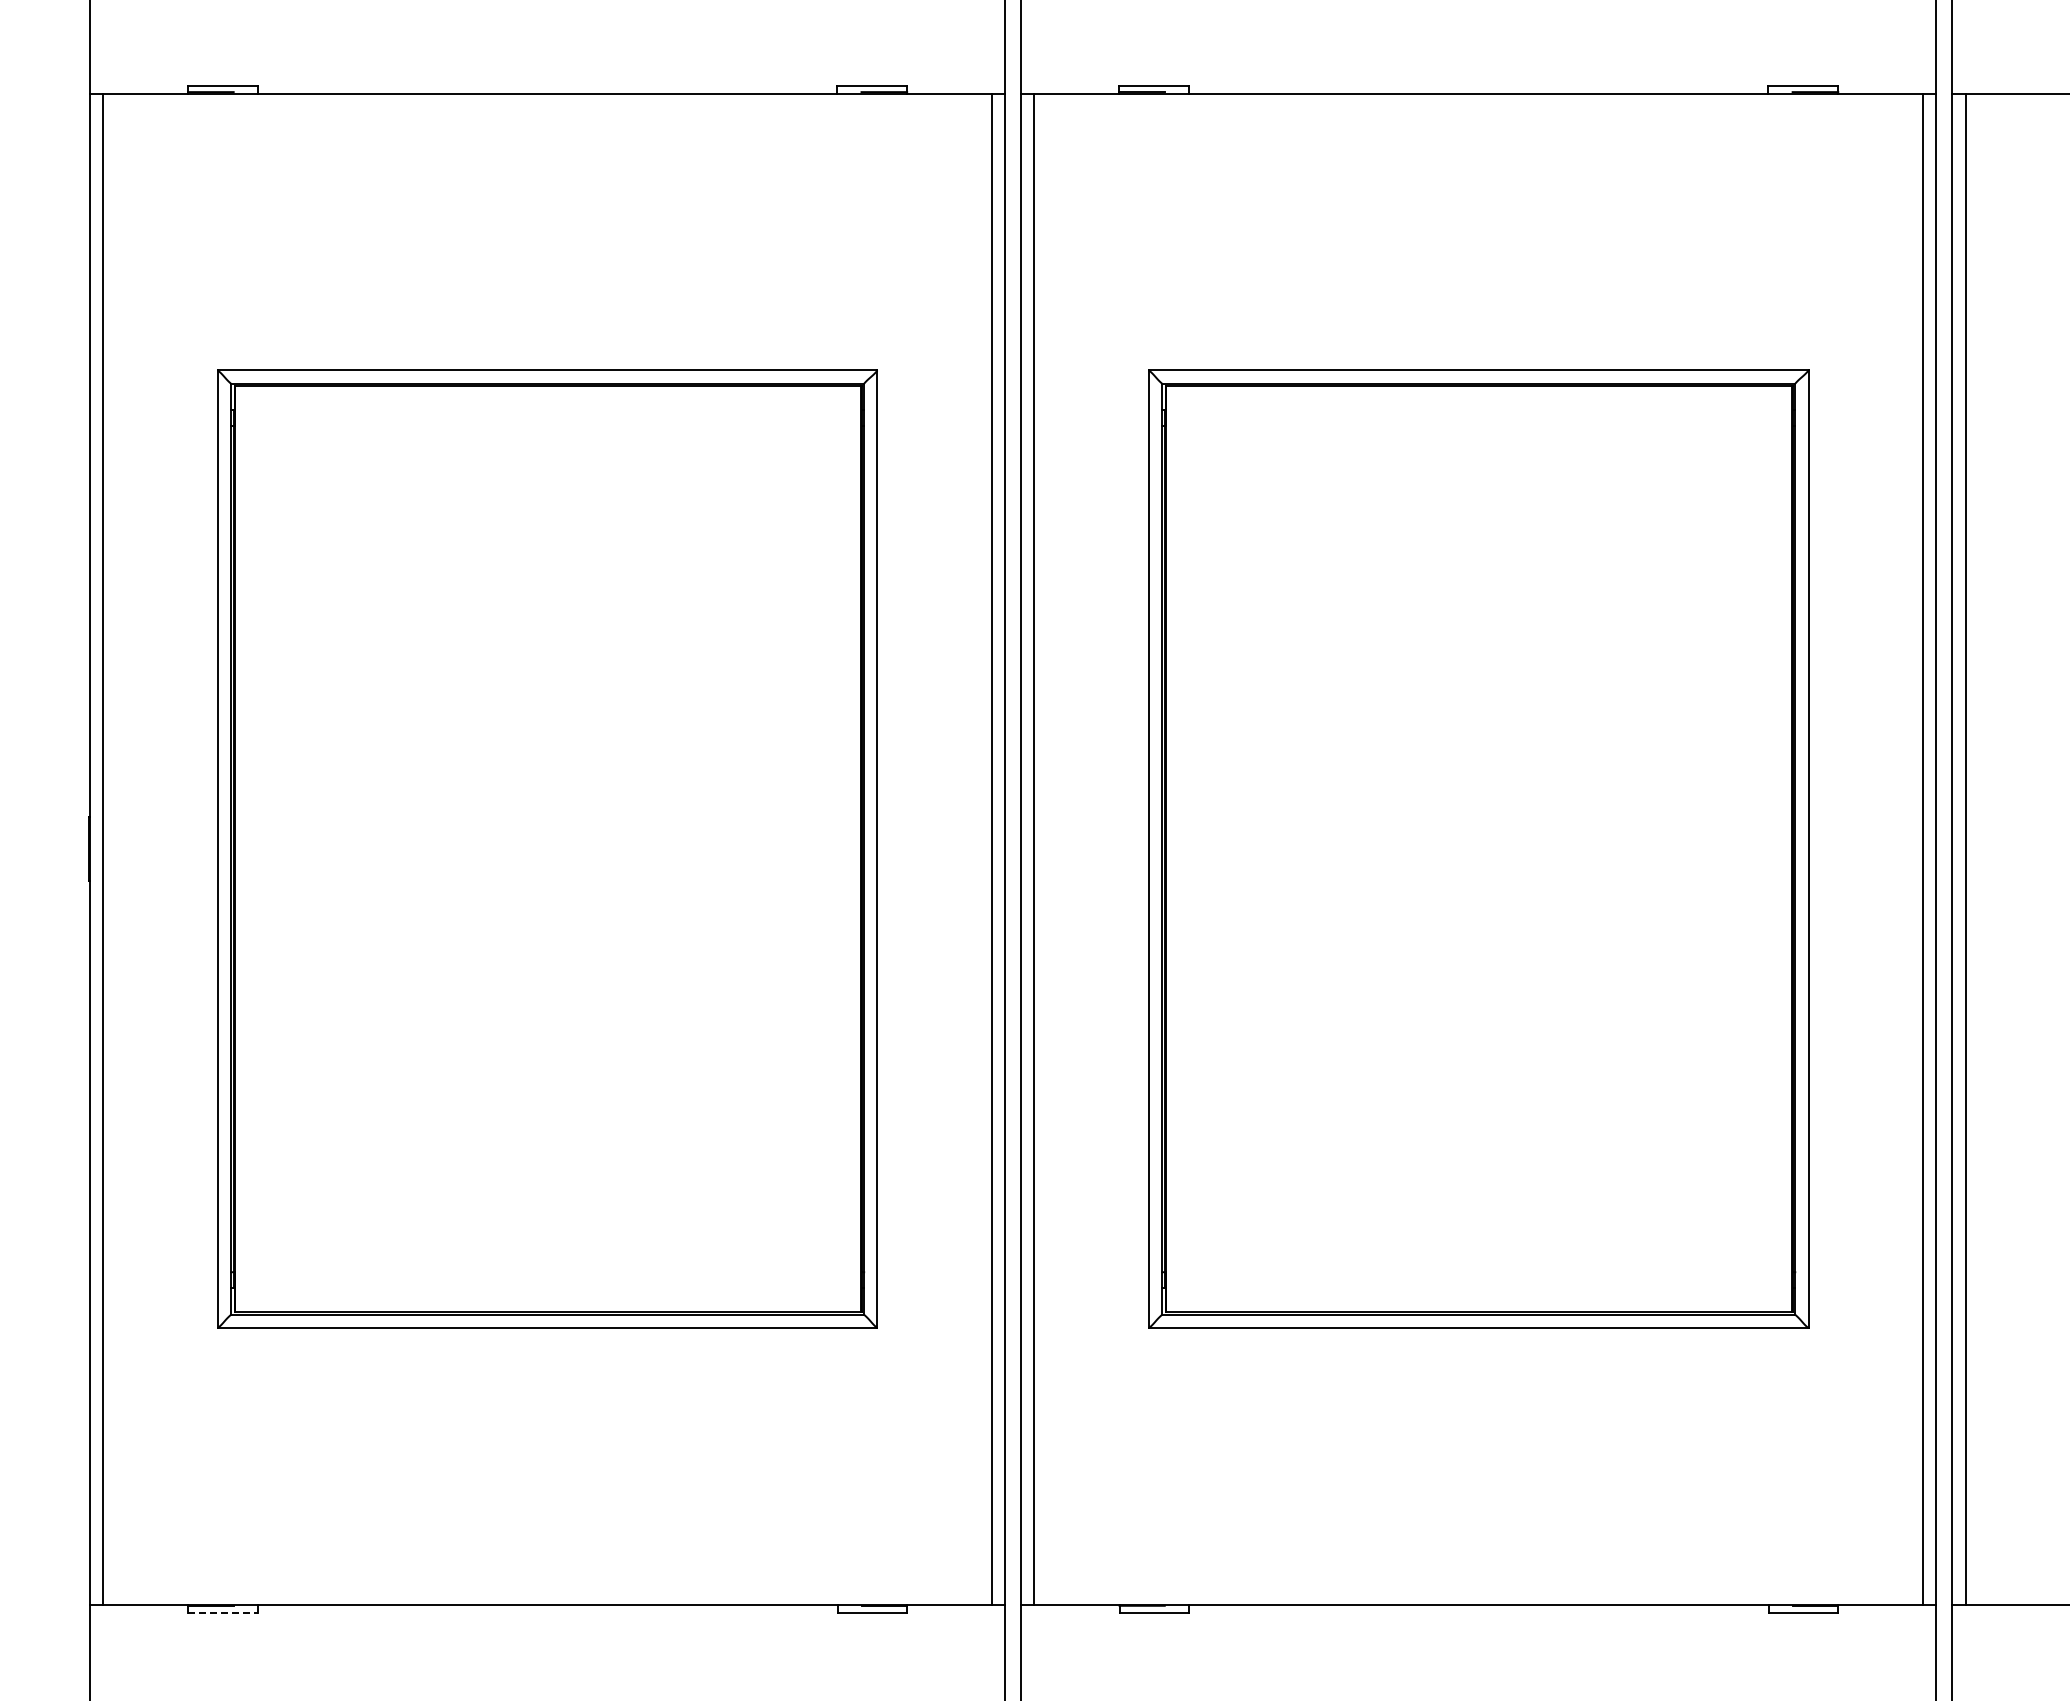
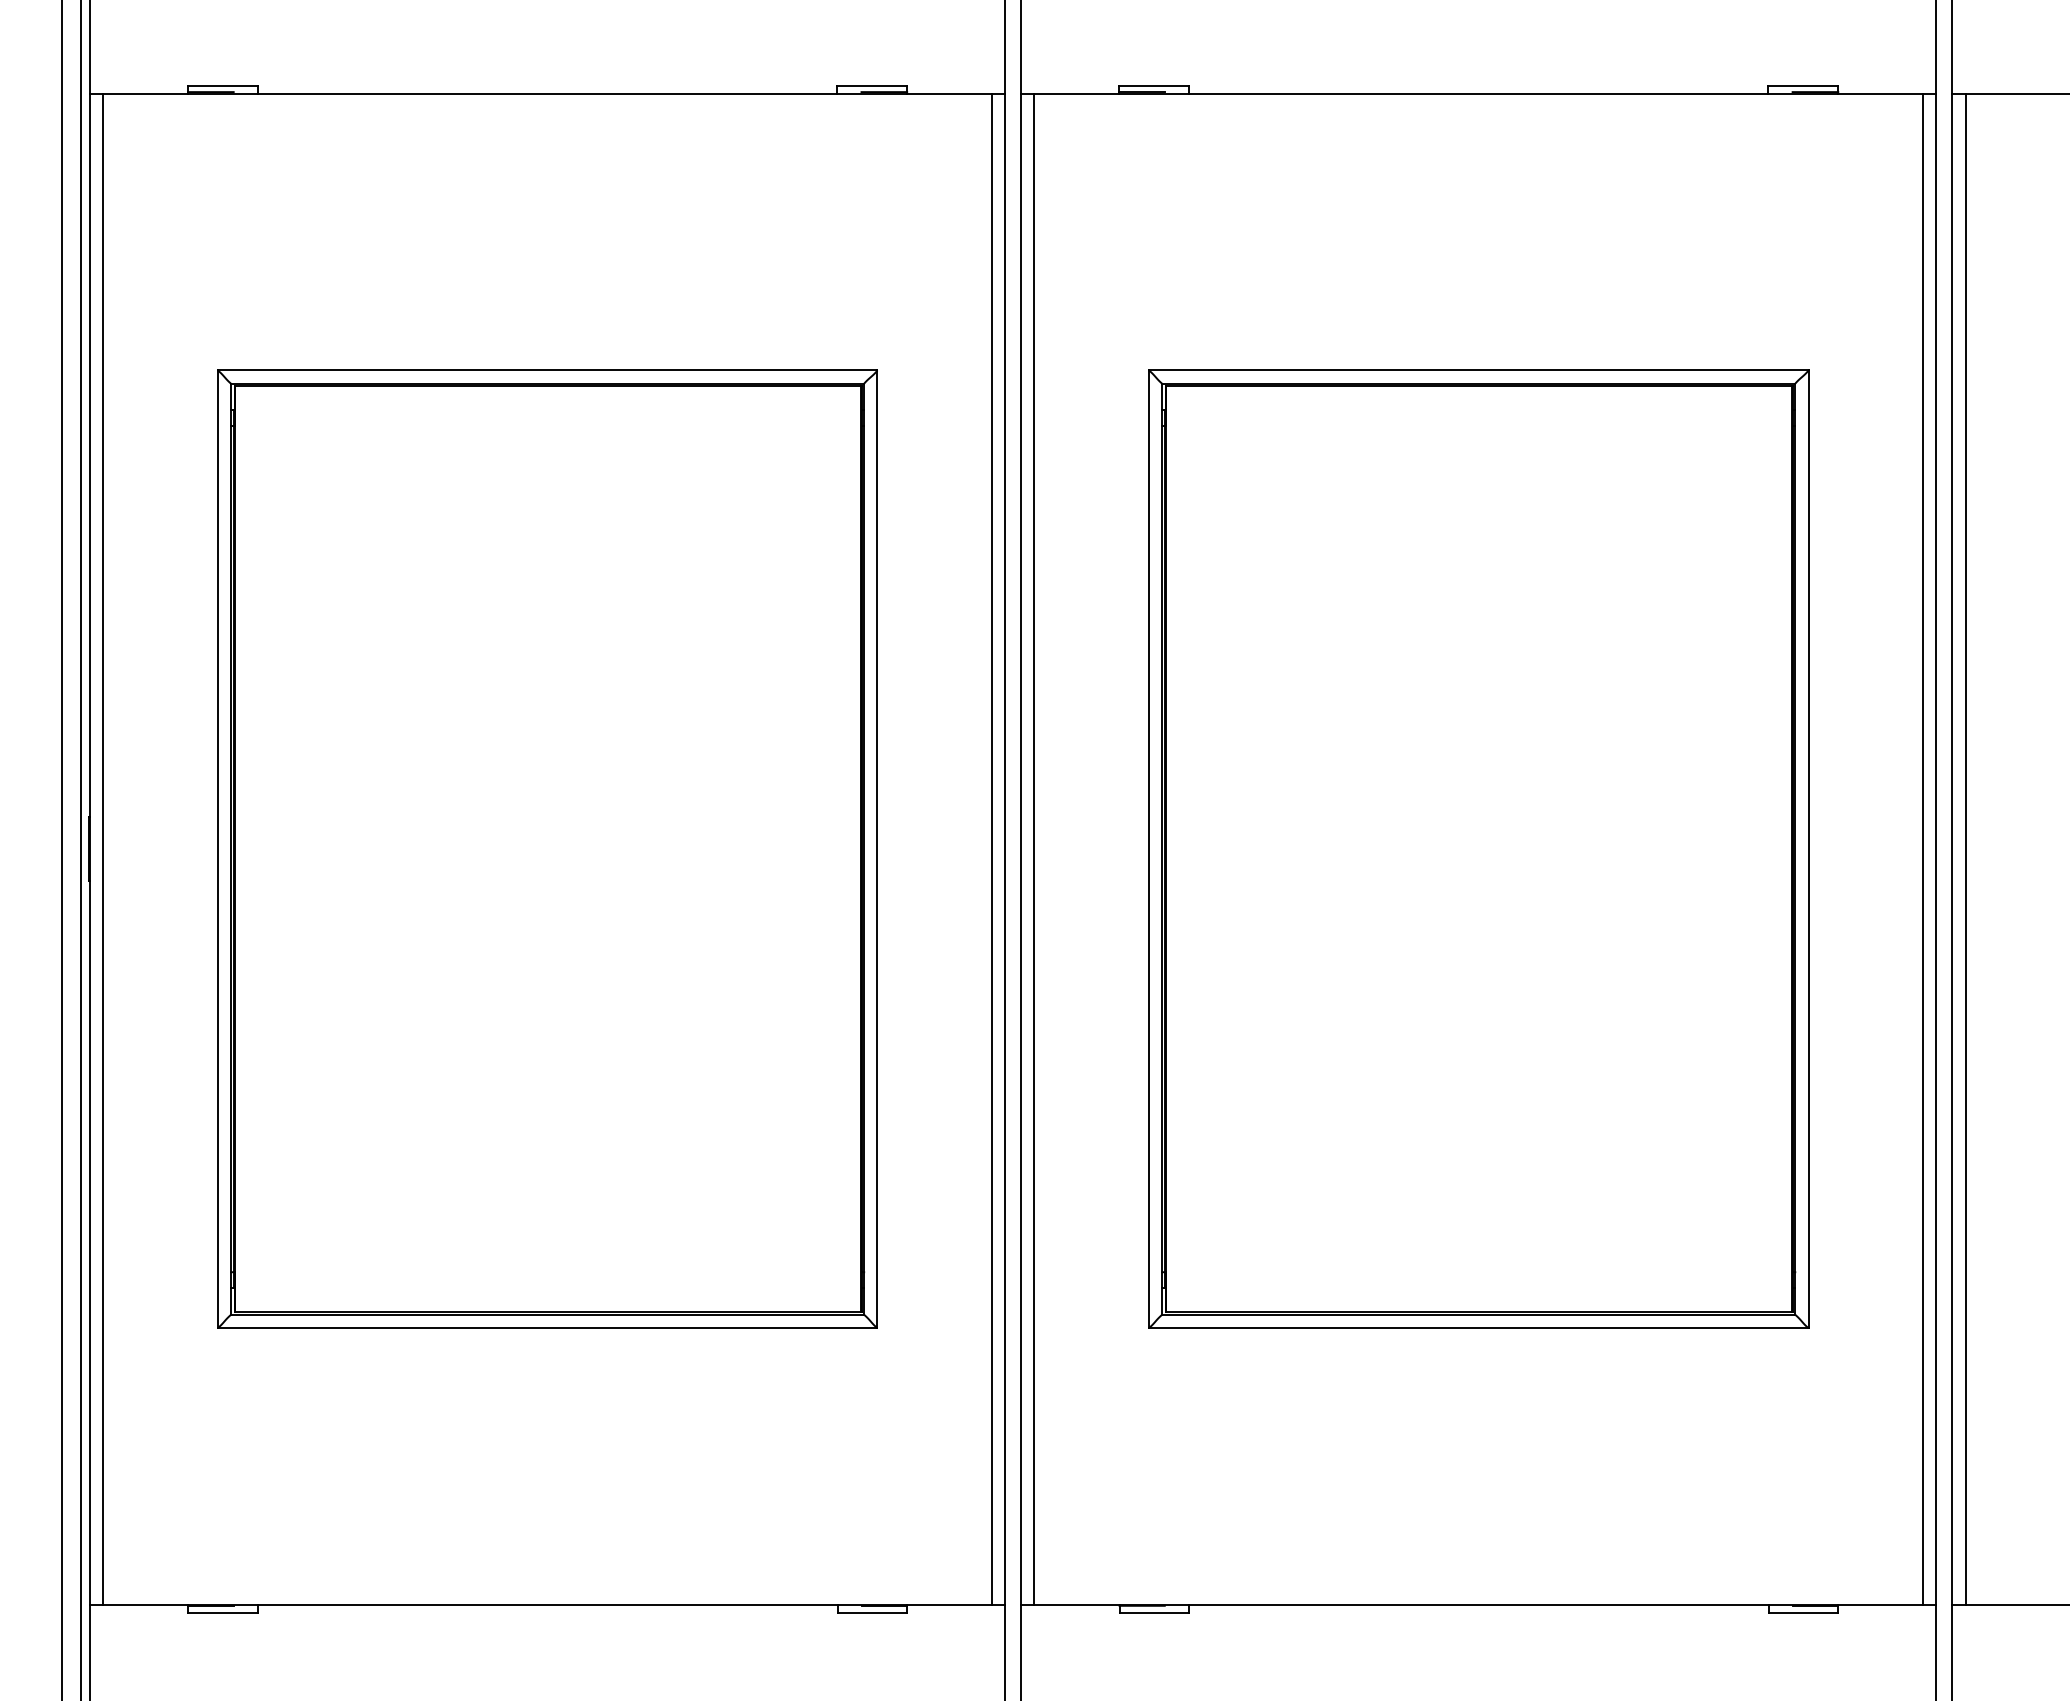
line at (62, 849): none -> present
line at (80, 849): none -> present
line at (223, 1612): dashed -> solid
